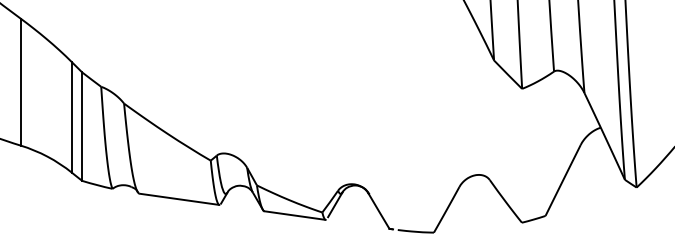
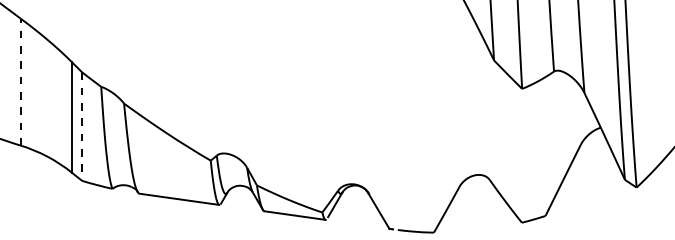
line at (20, 81): solid -> dashed
line at (82, 127): solid -> dashed
